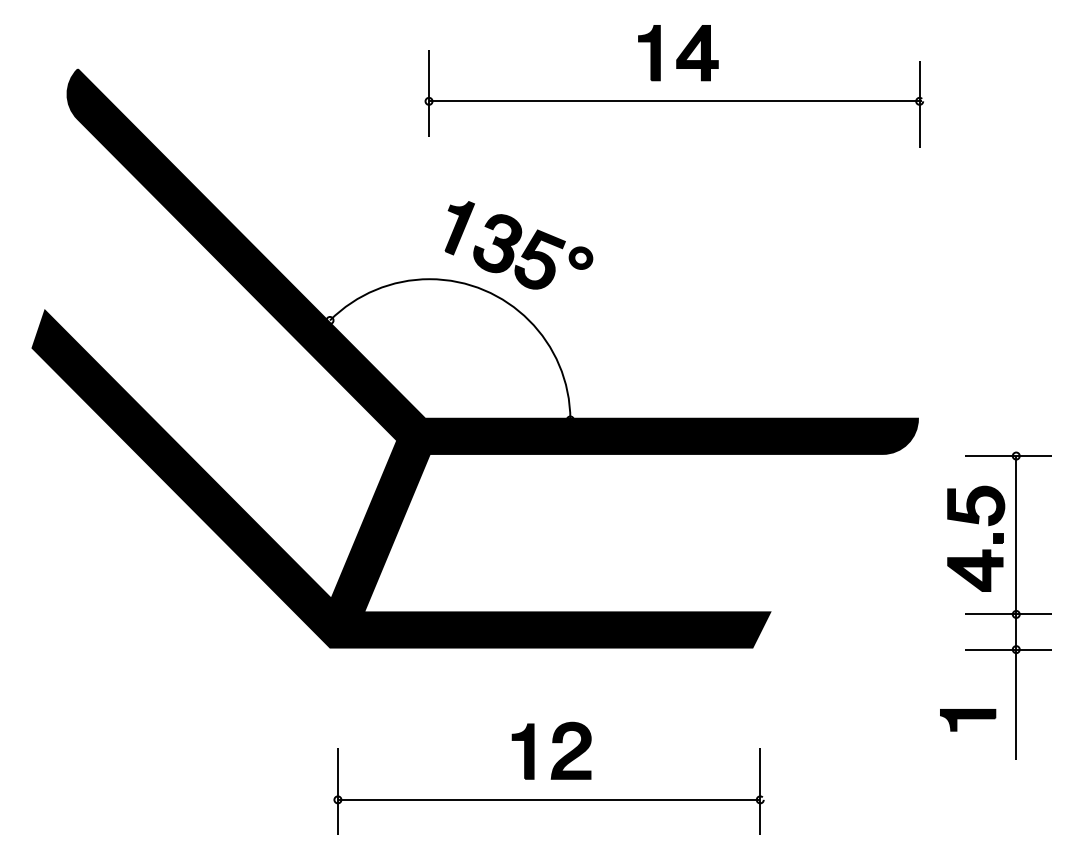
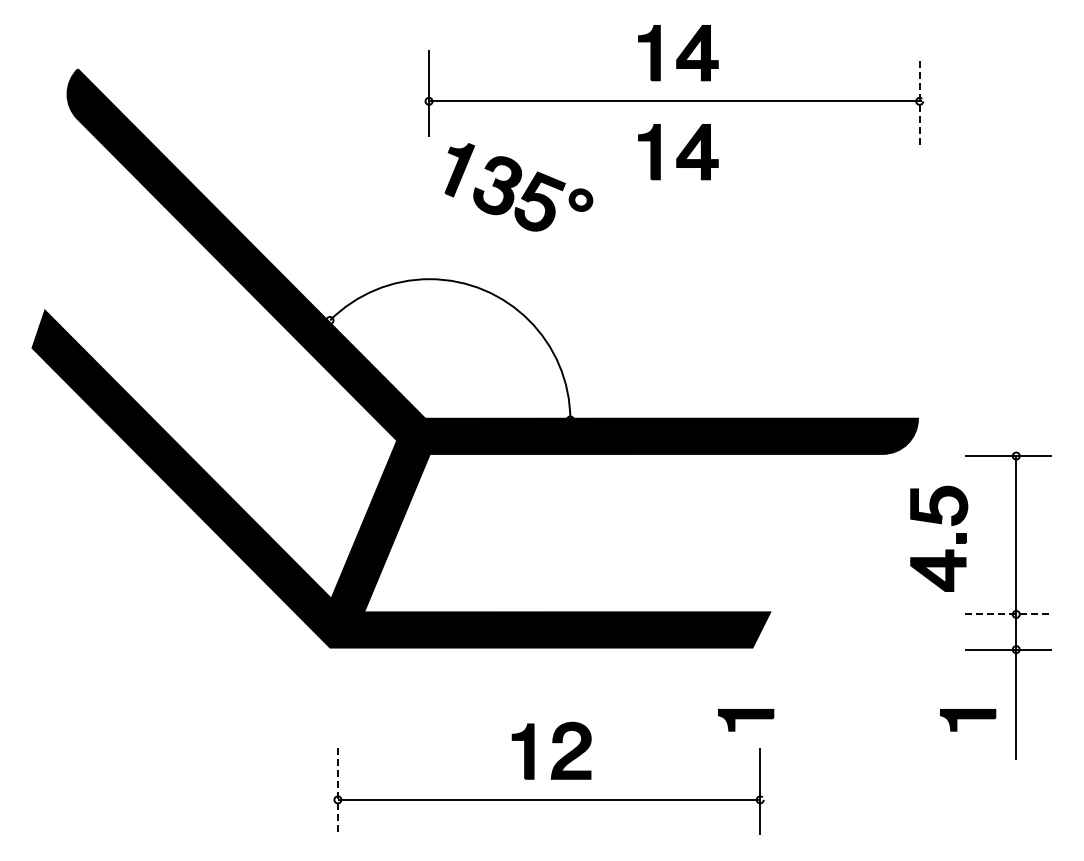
line at (919, 105): solid -> dashed
part at (678, 152): none -> present
part at (518, 245) position: (518, 245) -> (518, 187)
part at (982, 549) position: (982, 549) -> (945, 549)
line at (1008, 614): solid -> dashed
part at (746, 720): none -> present
line at (337, 792): solid -> dashed
